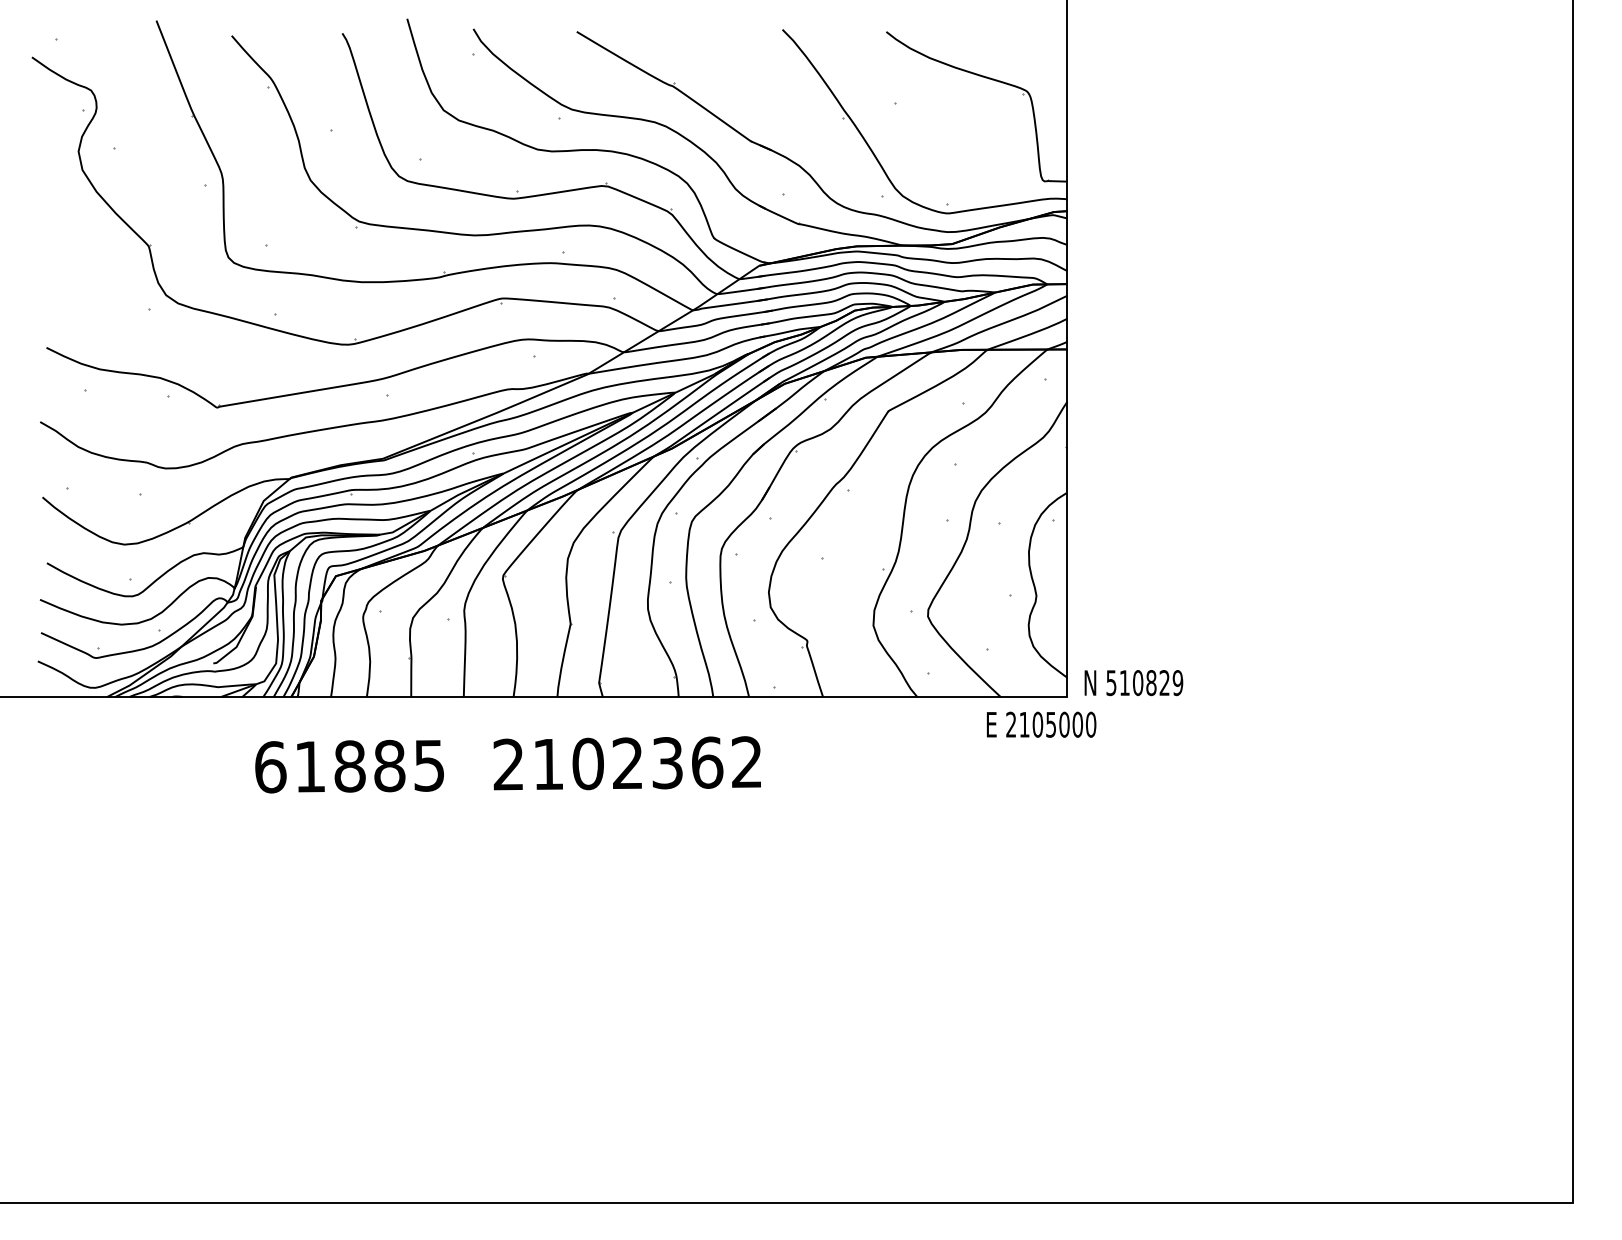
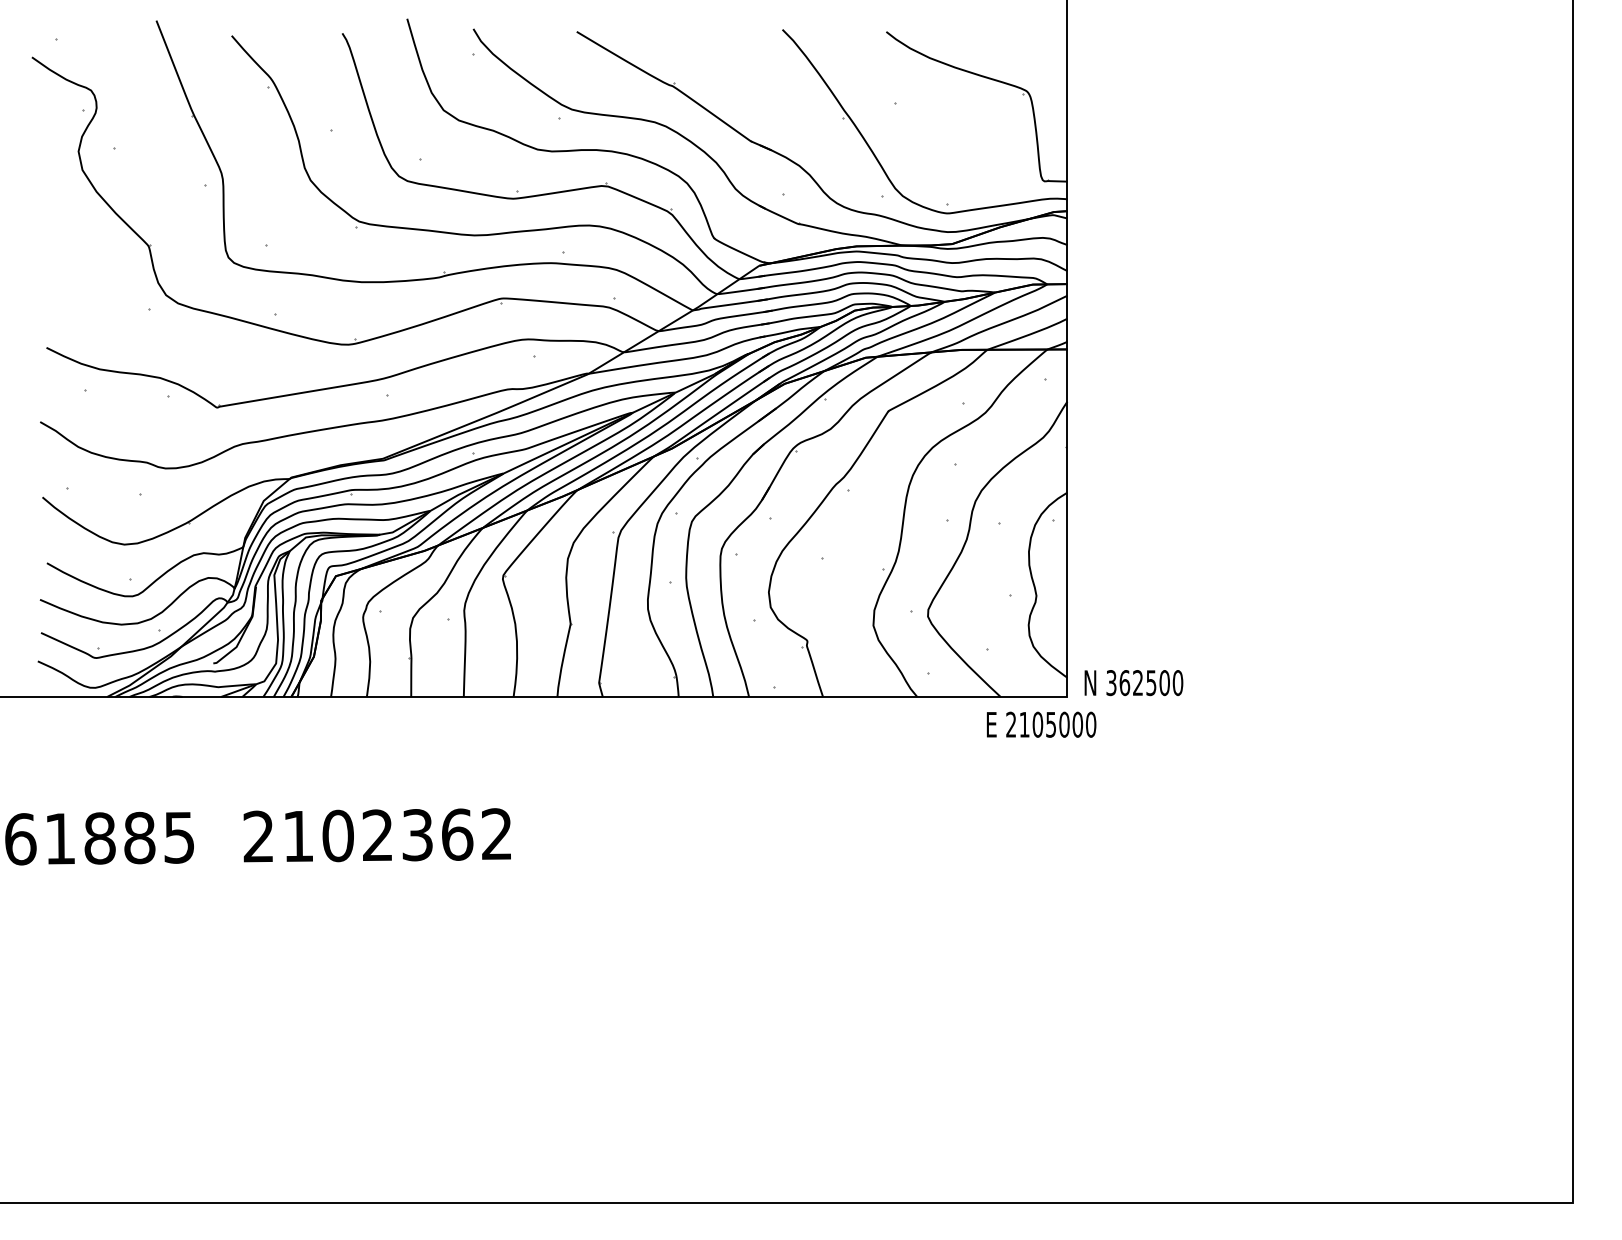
text at (1145, 683): 510829 -> 362500
text at (507, 764) position: (507, 764) -> (257, 836)
